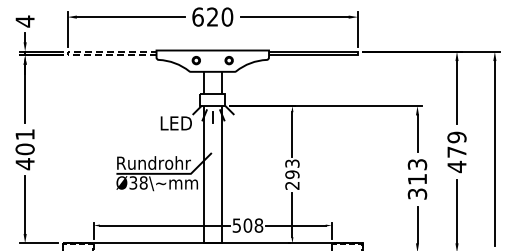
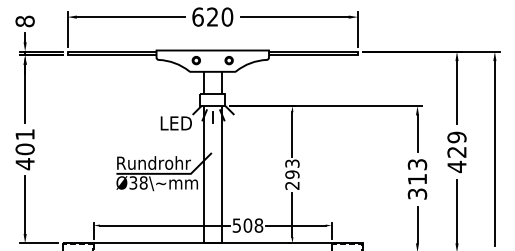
text at (24, 21): 4 -> 8
line at (67, 53): dashed -> solid
text at (456, 151): 479 -> 429
